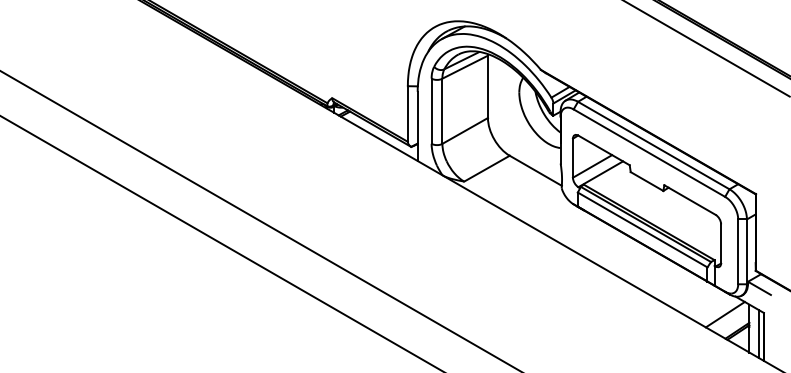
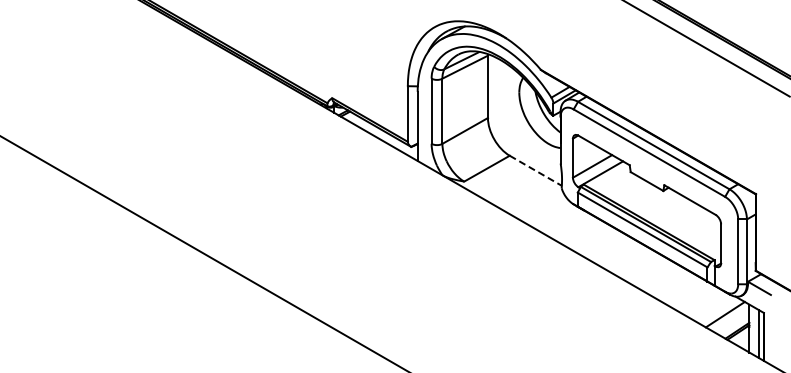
line at (536, 171): solid -> dashed
line at (259, 220): present -> none
line at (221, 243) position: (221, 243) -> (203, 253)
